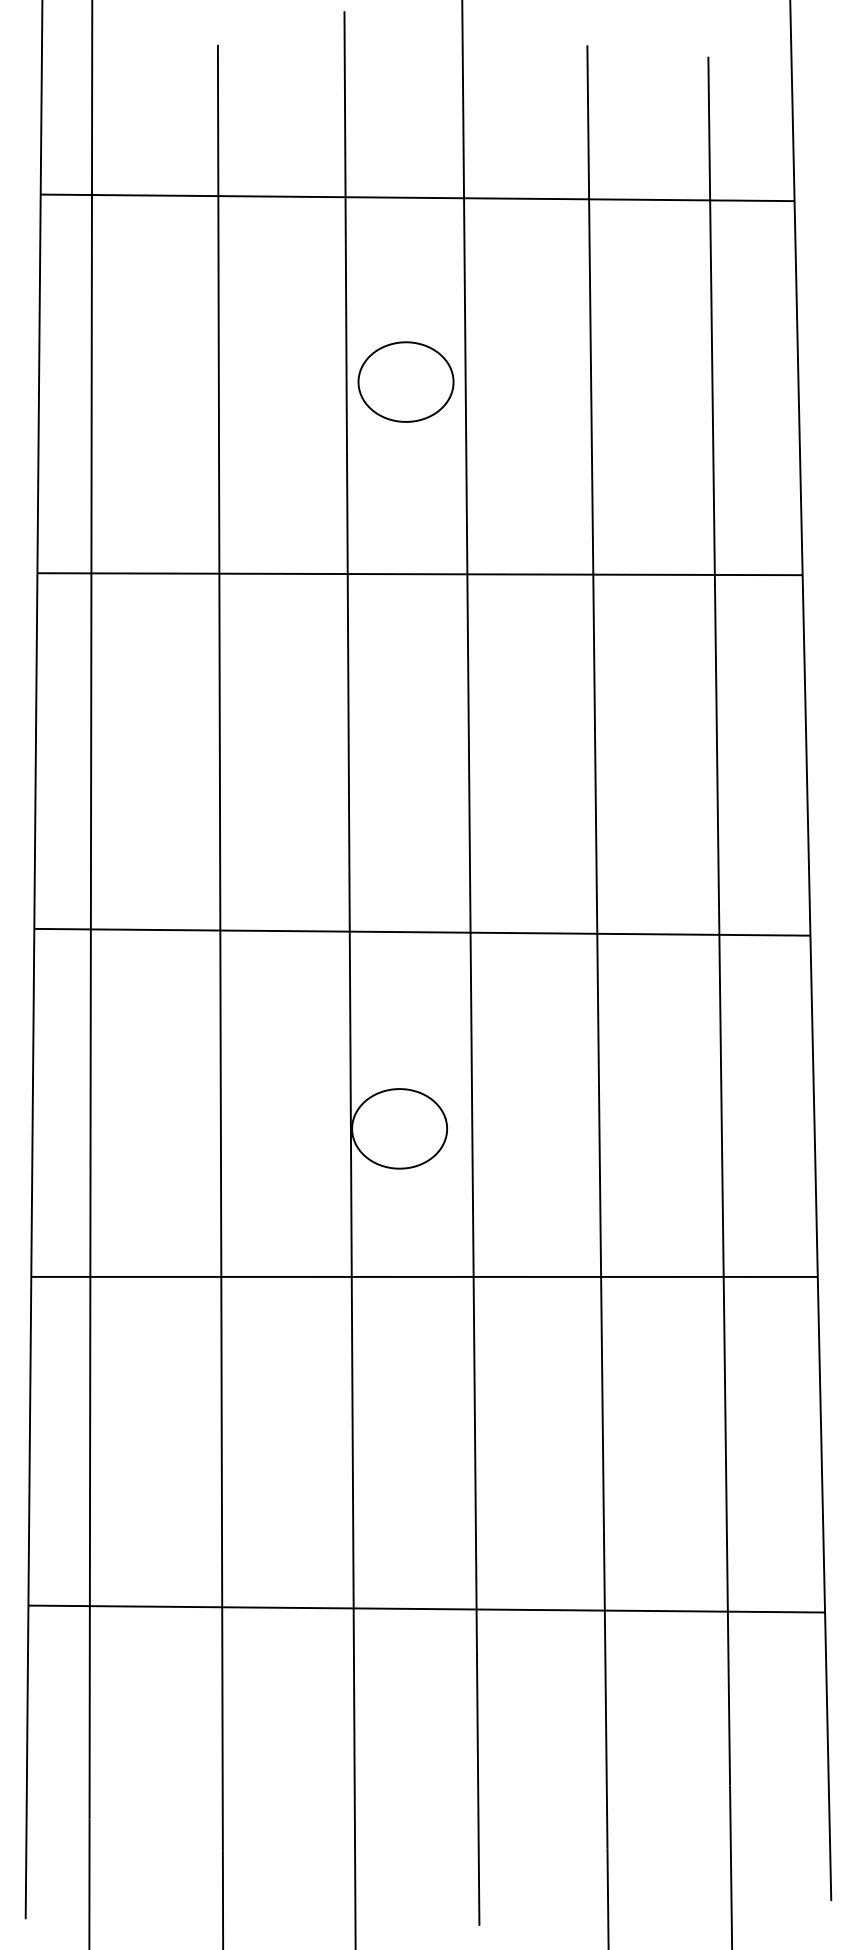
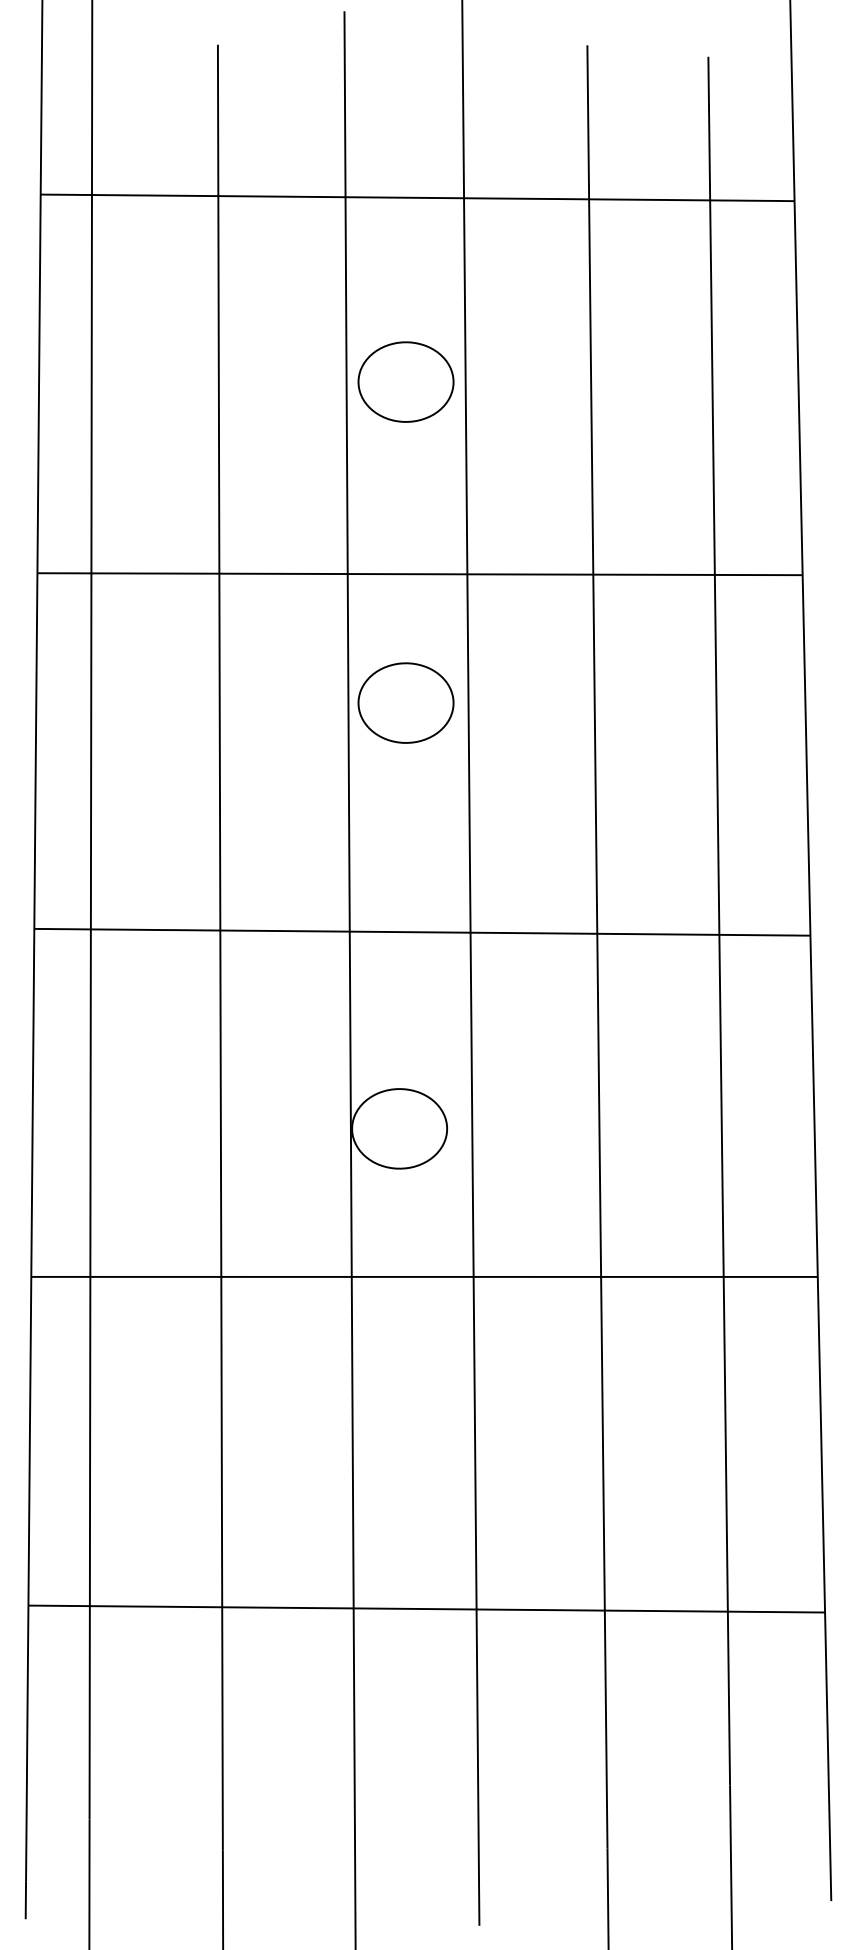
part at (405, 702): none -> present
